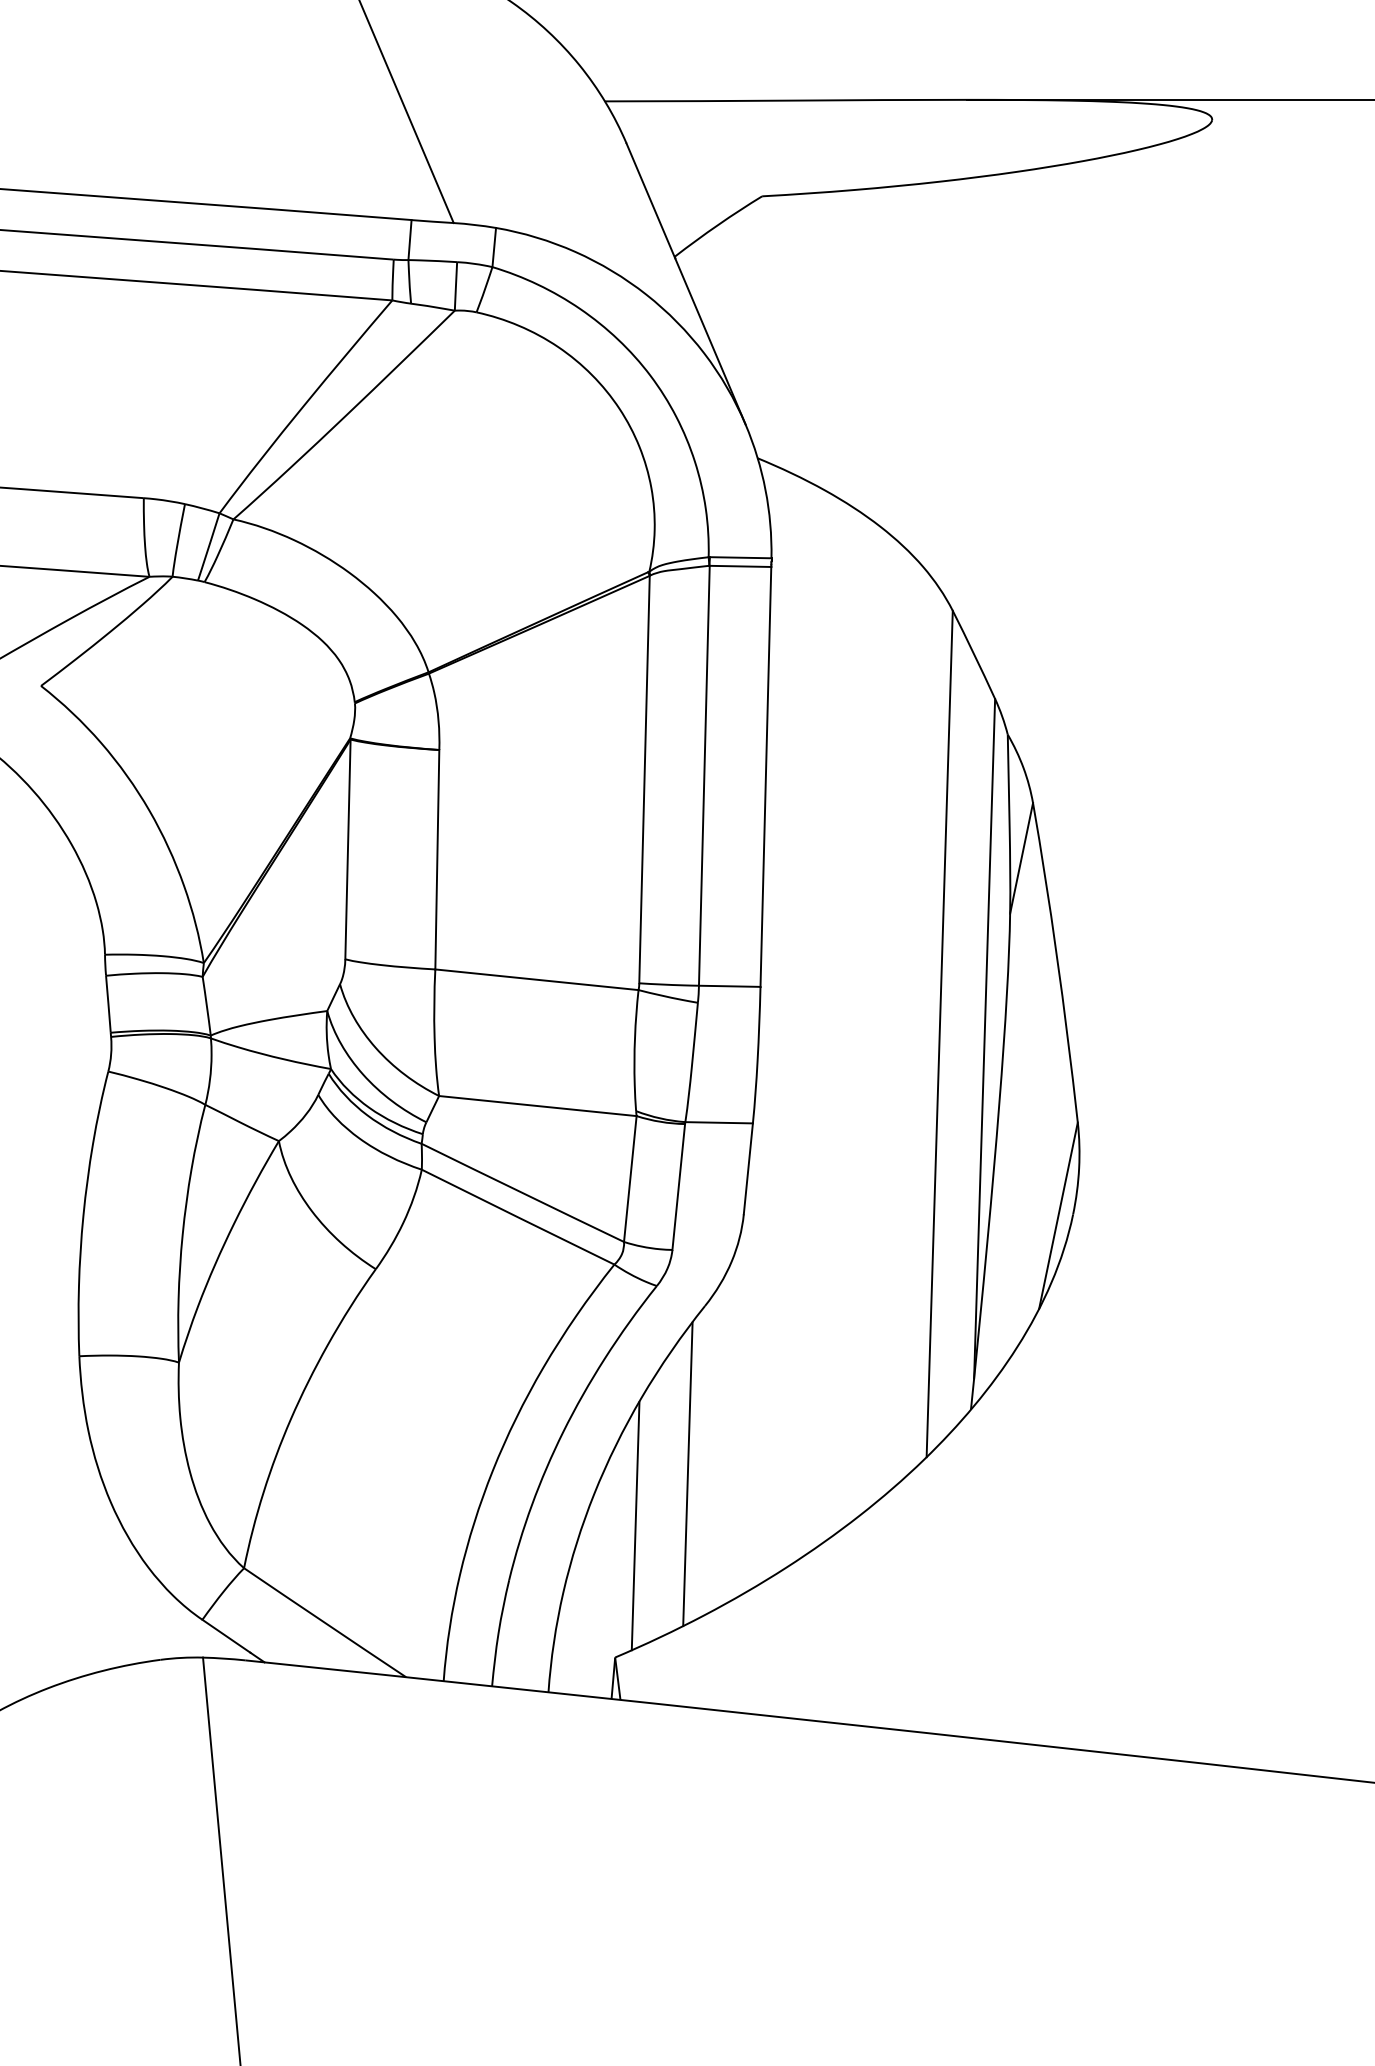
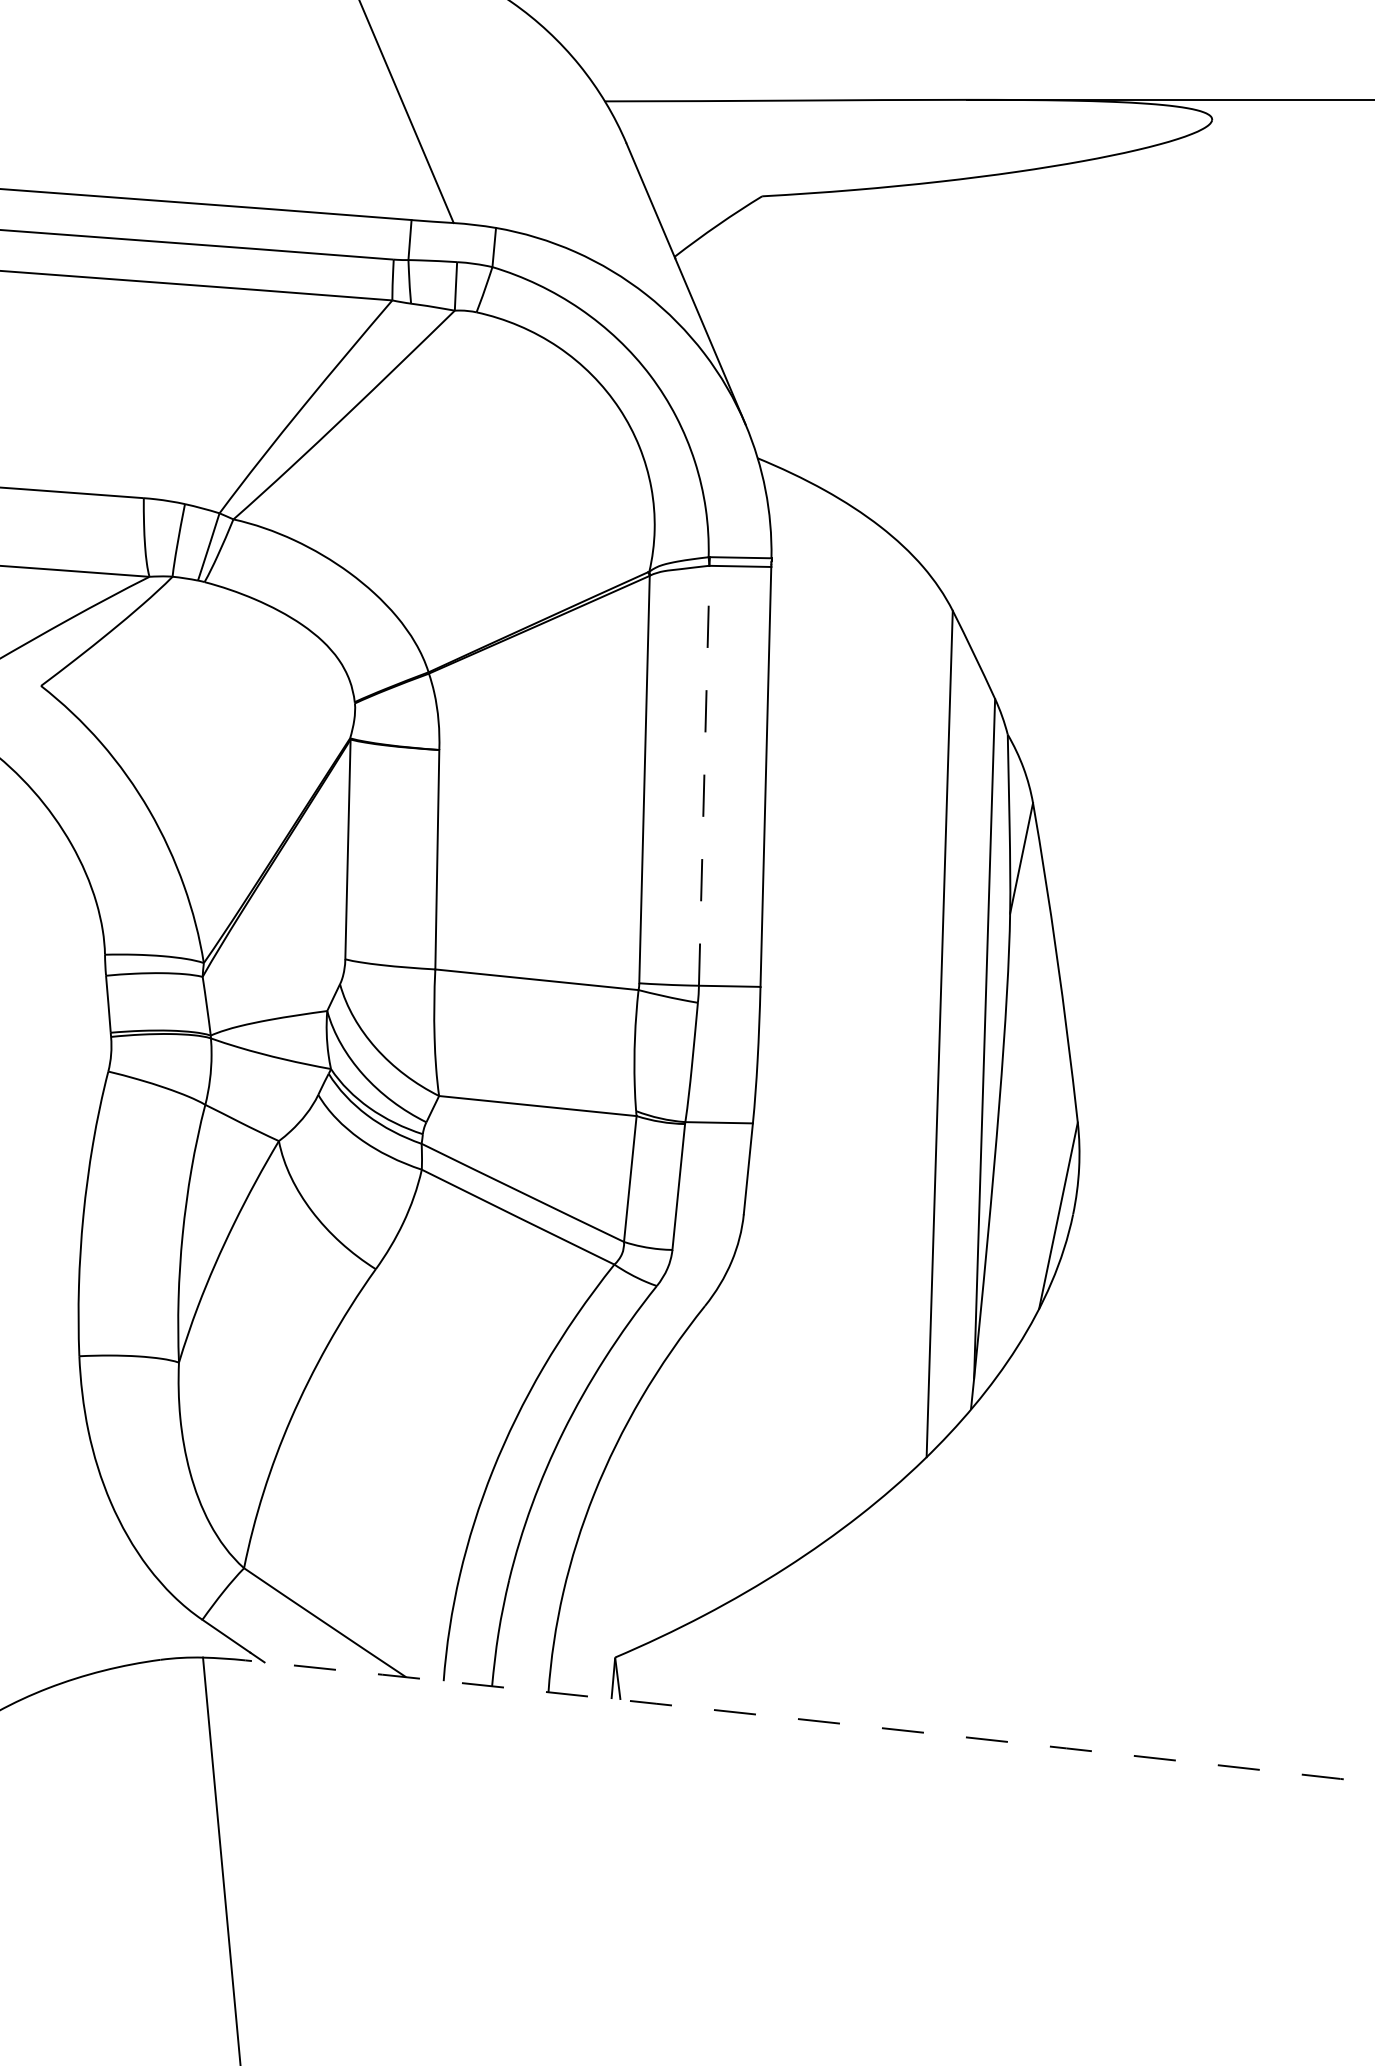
line at (704, 775): solid -> dashed
line at (687, 1474): present -> none
line at (635, 1526): present -> none
arc at (809, 1720): solid -> dashed
